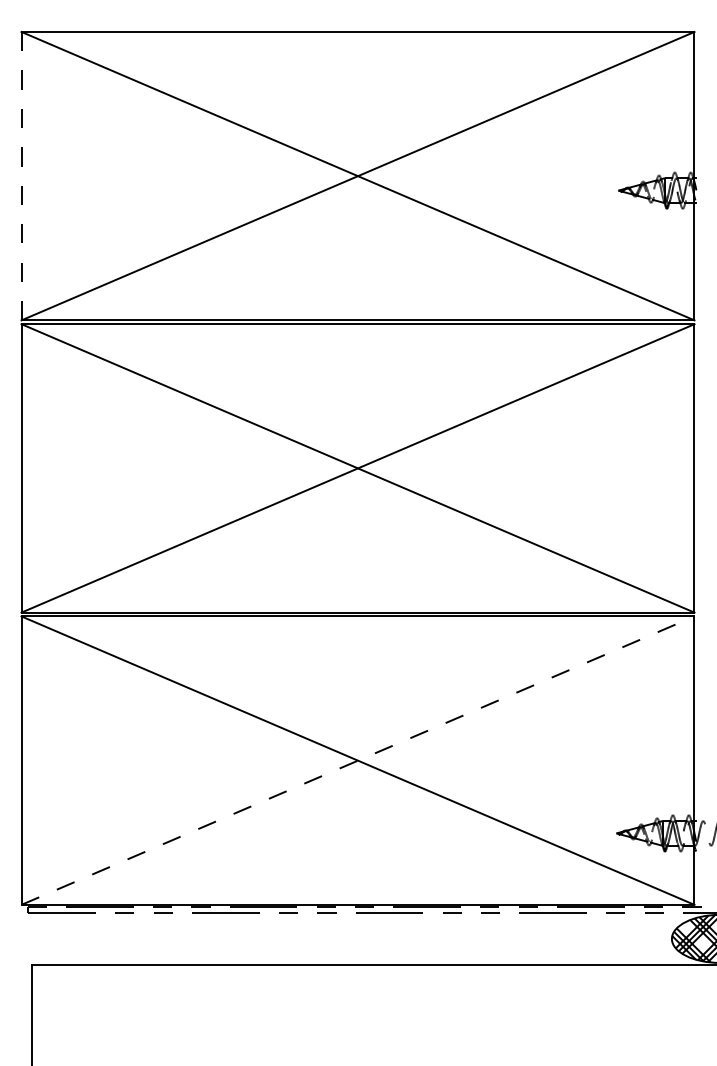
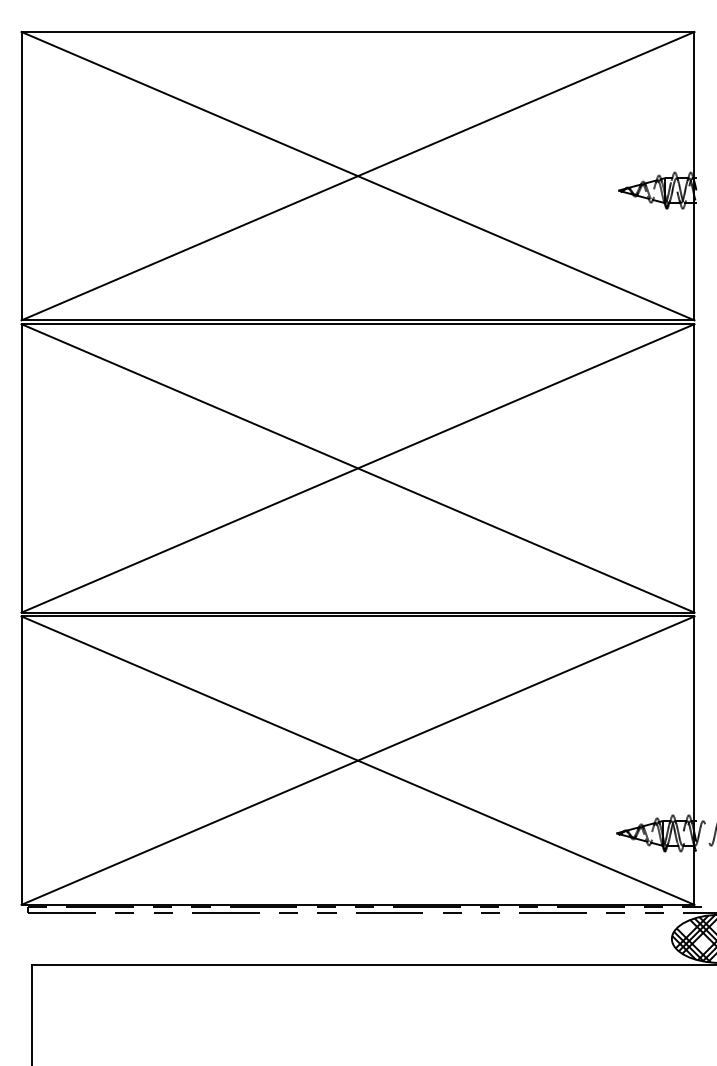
line at (21, 175): dashed -> solid
line at (358, 760): dashed -> solid
